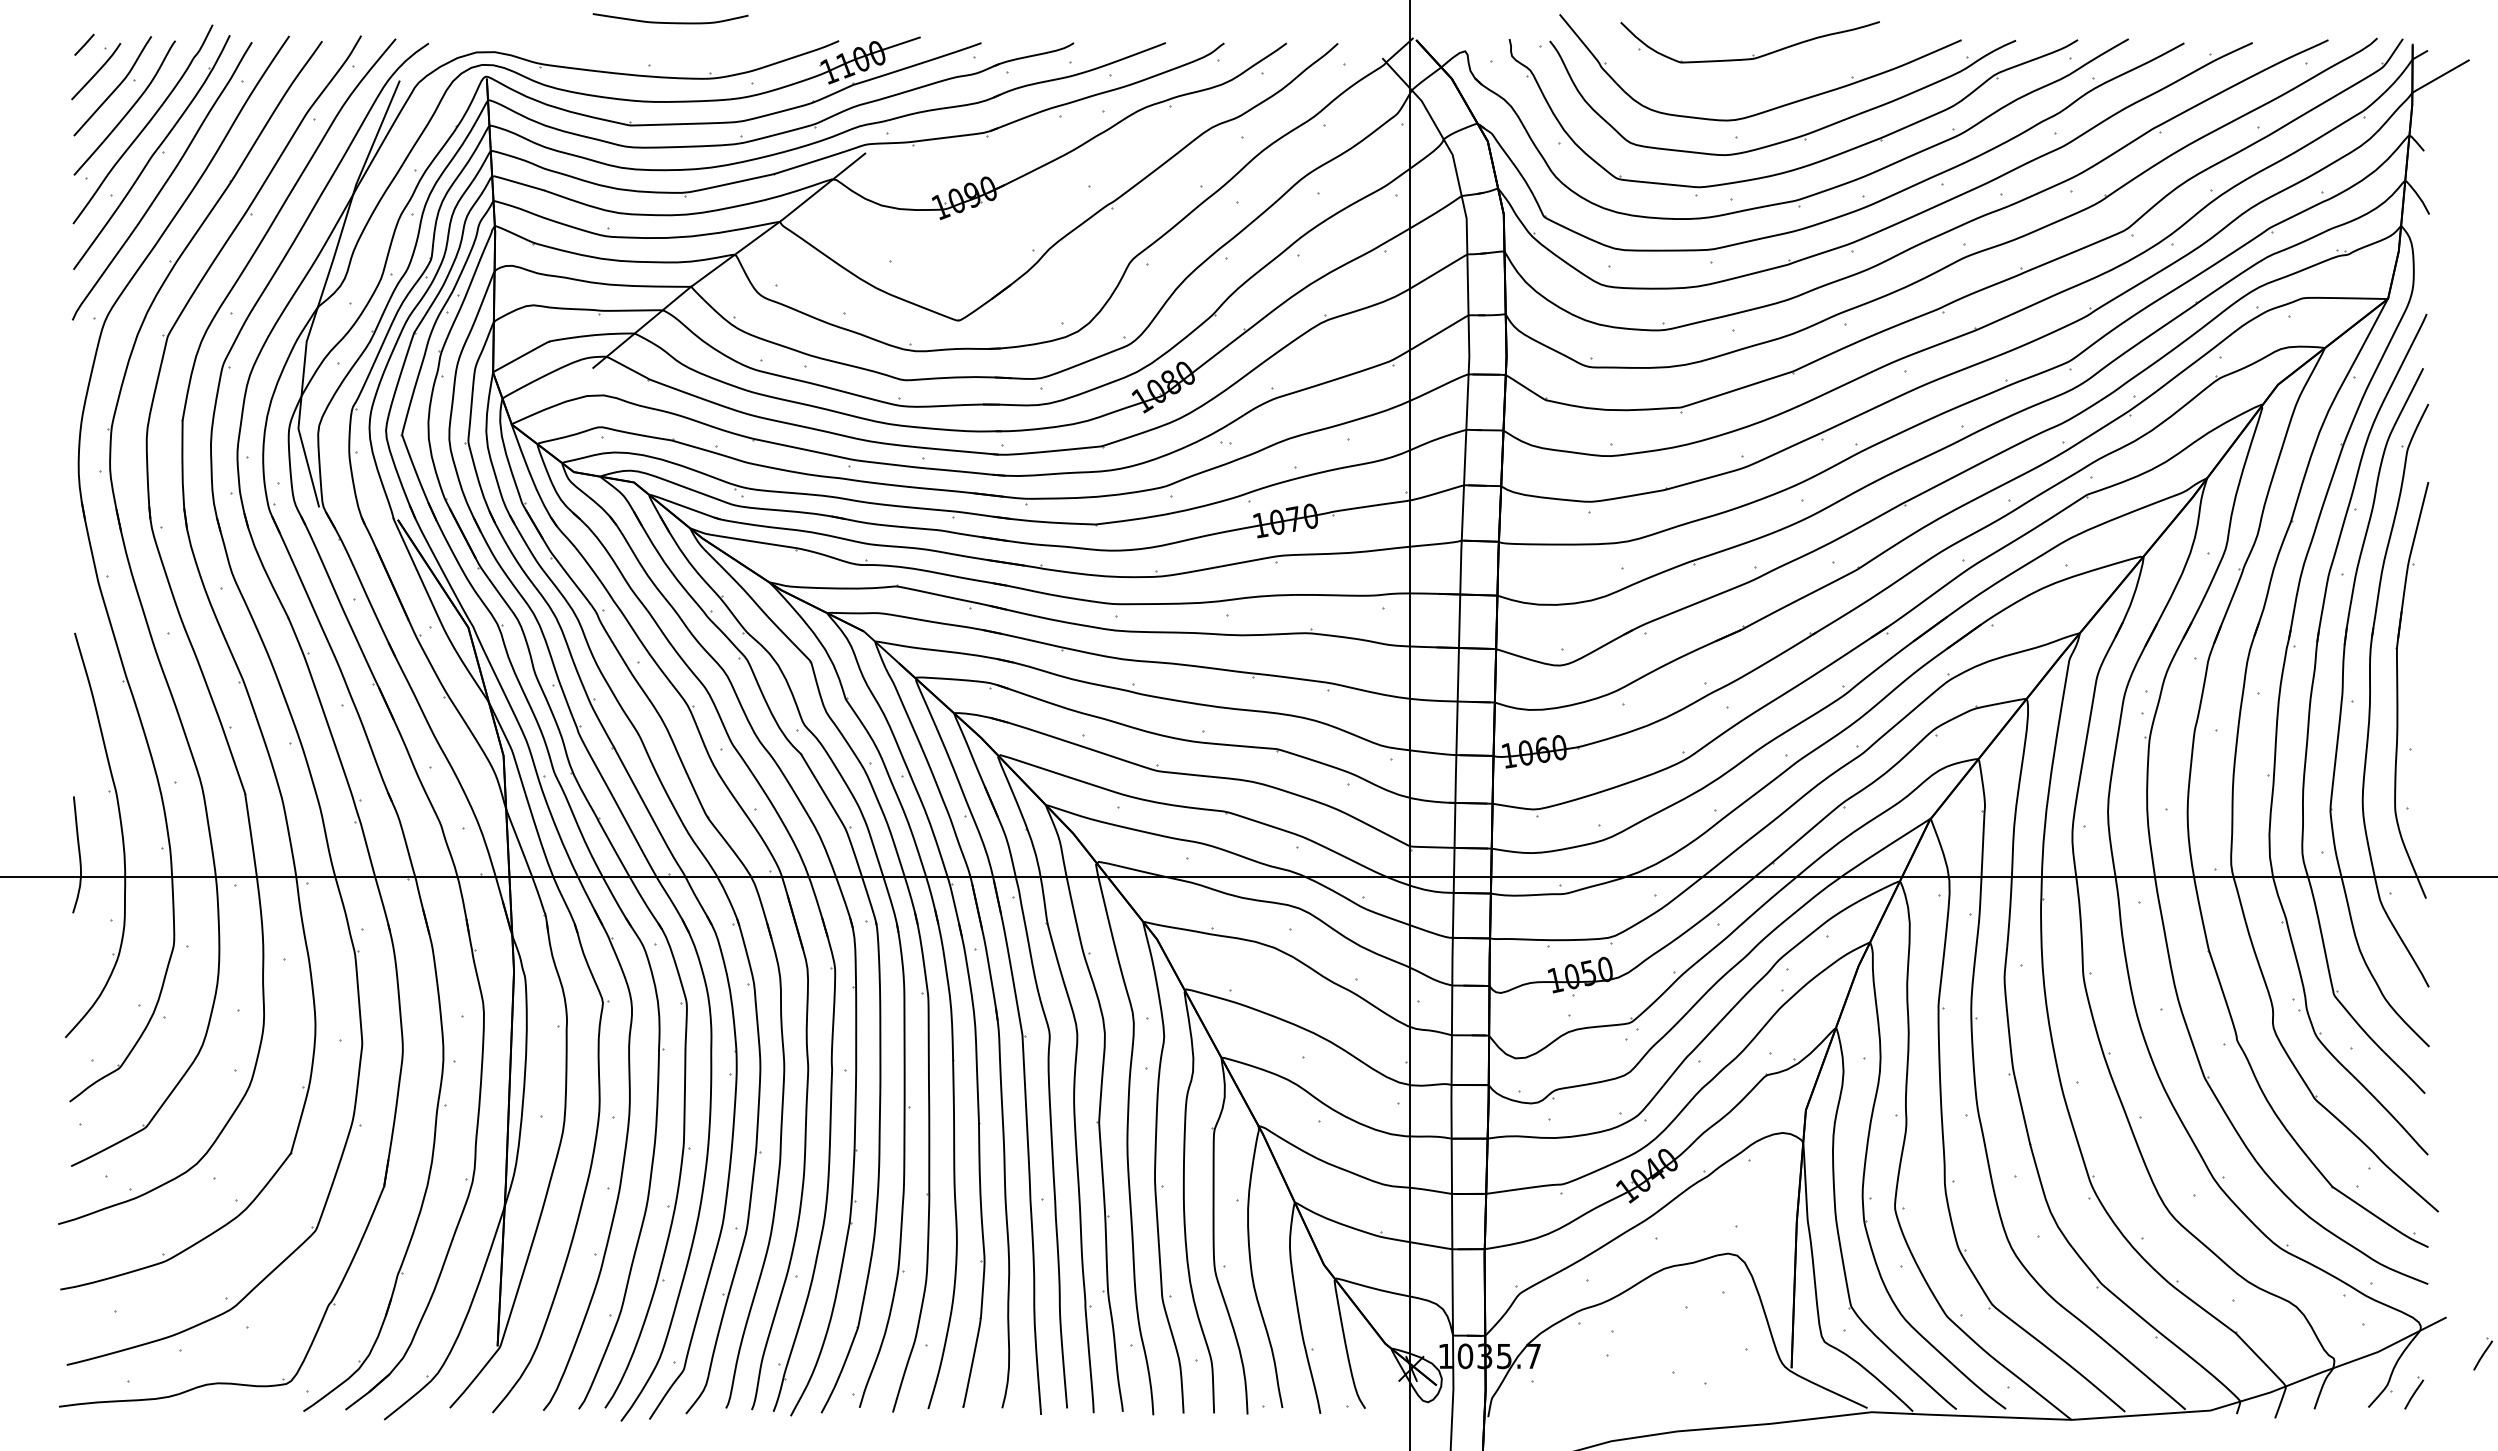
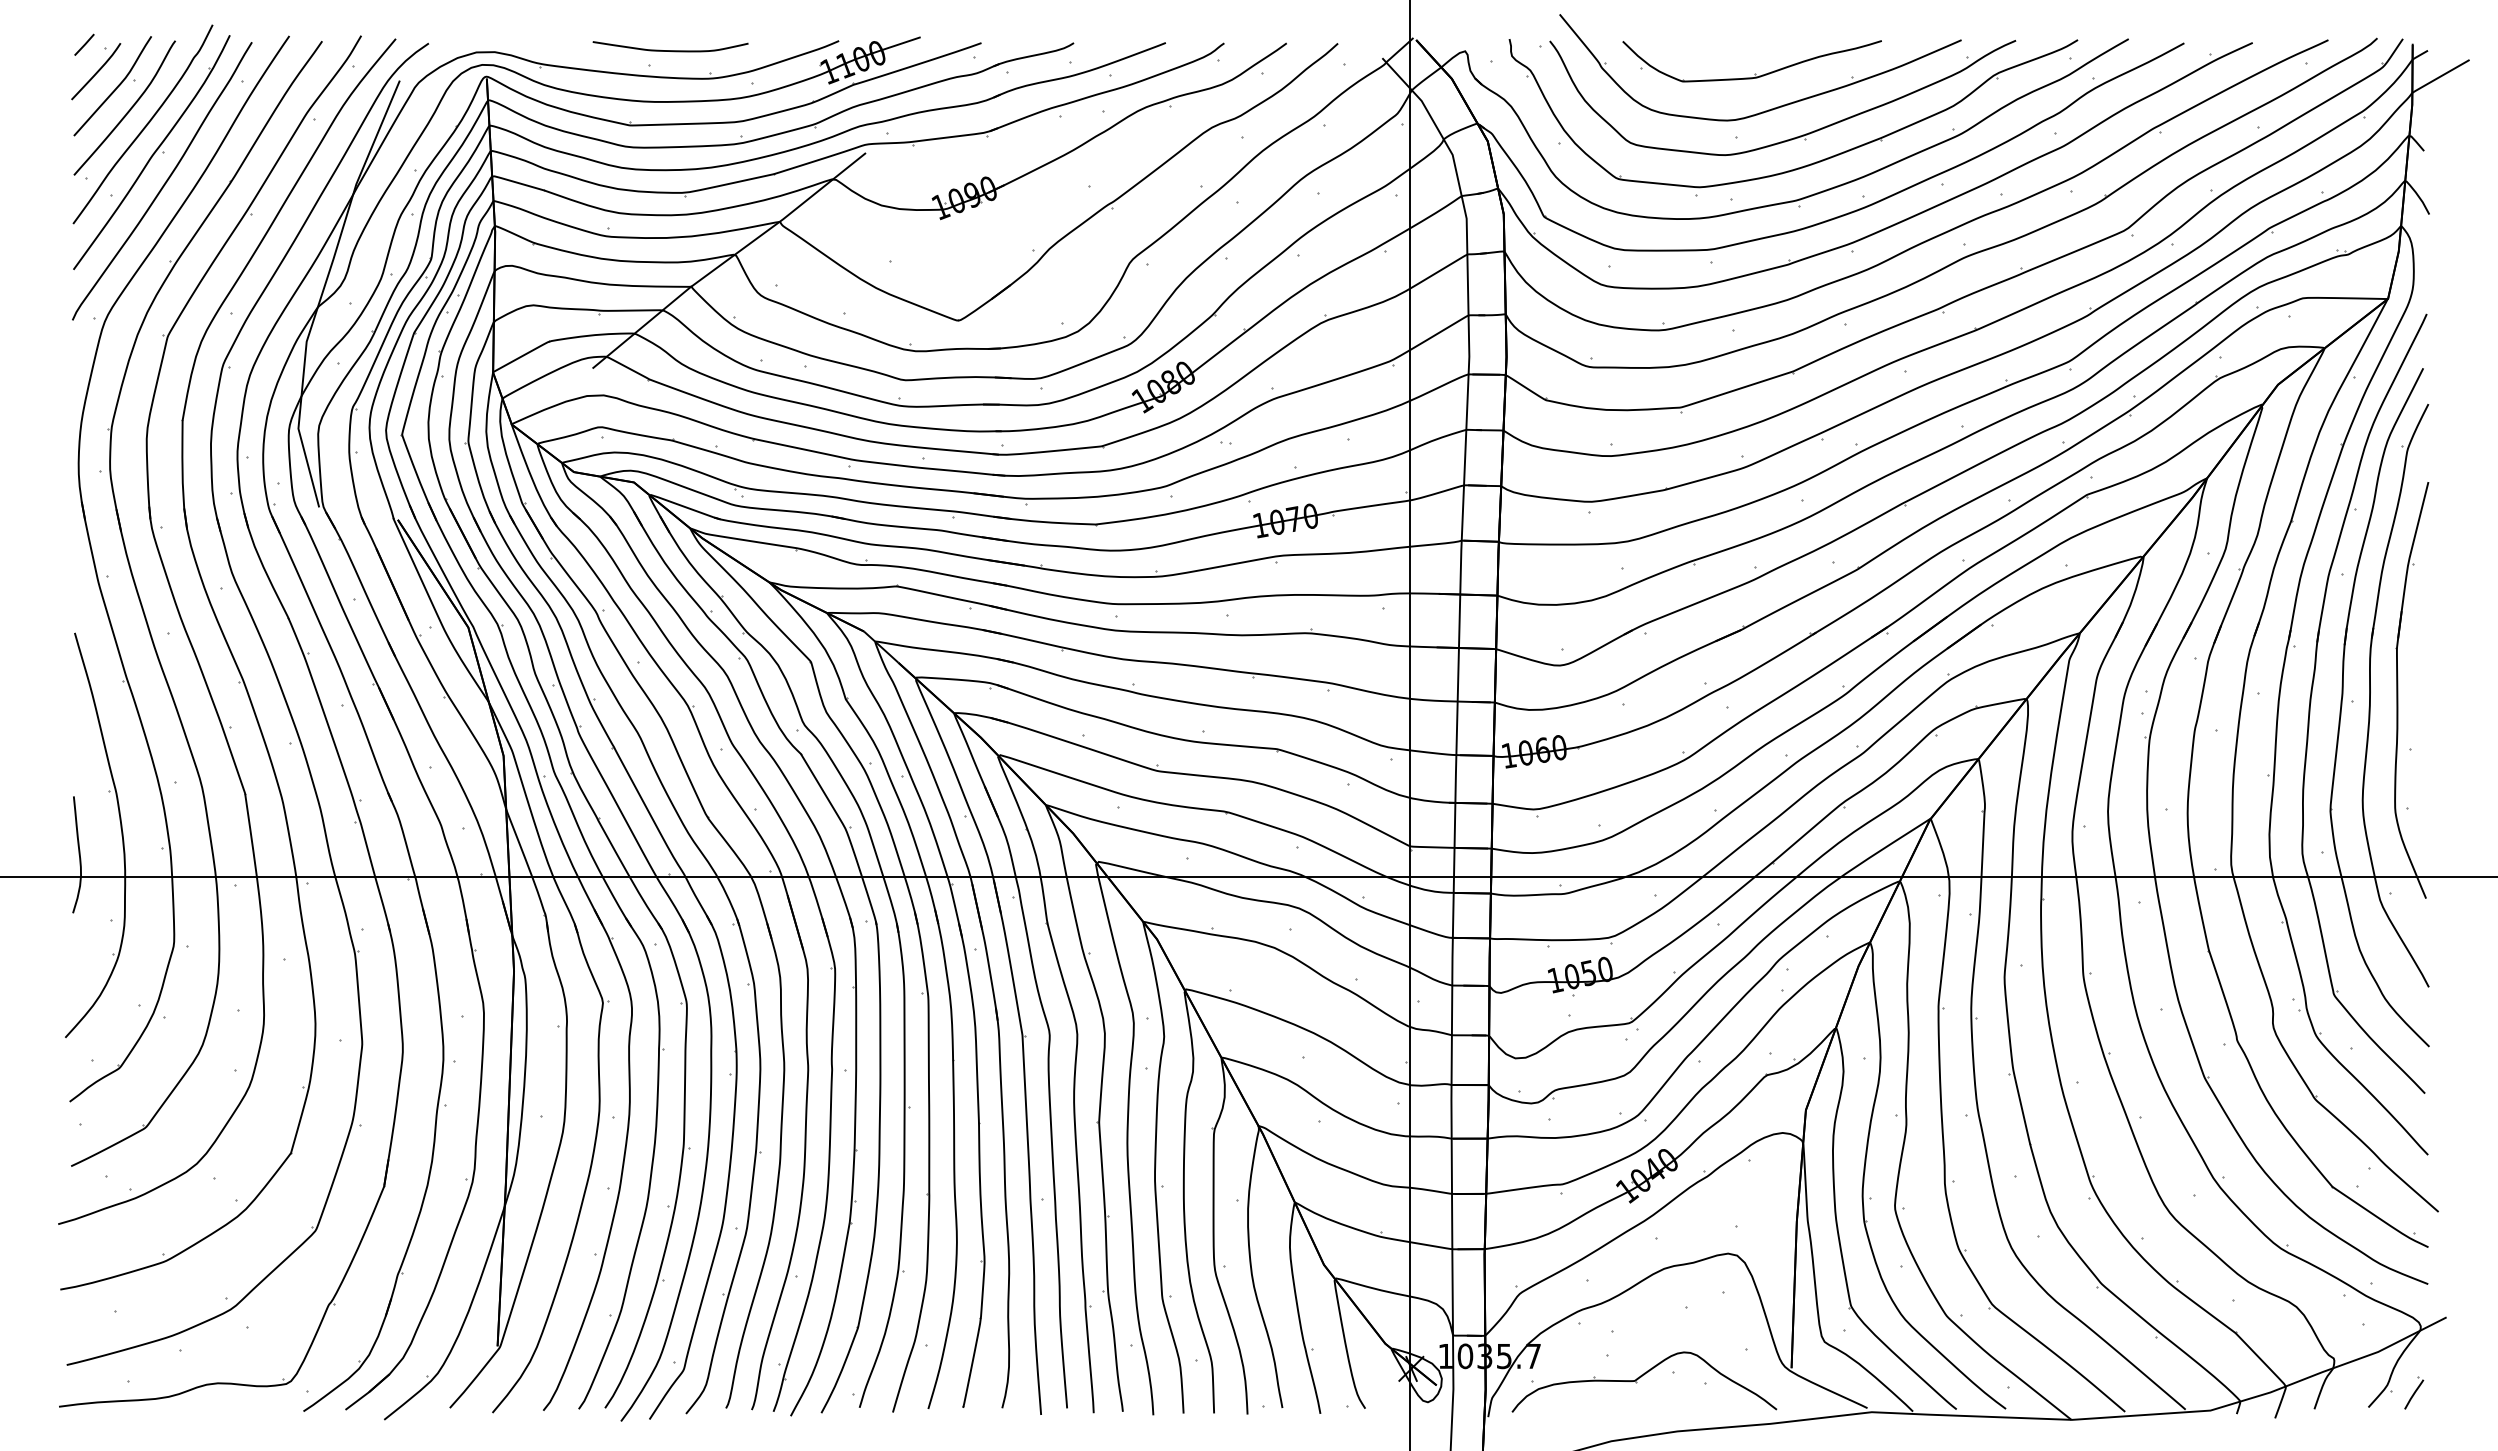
curve at (670, 22) position: (670, 22) -> (670, 50)
part at (1753, 54) position: (1753, 54) -> (1755, 73)
part at (2483, 1353): present -> none
part at (1644, 1381): none -> present
